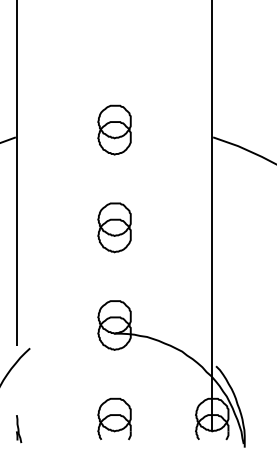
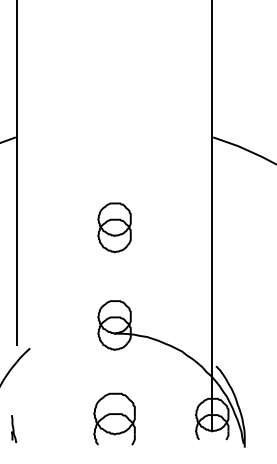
part at (114, 129): present -> none
part at (114, 418) size: 35x44 px -> 43x54 px
part at (19, 429) position: (19, 429) -> (14, 429)
